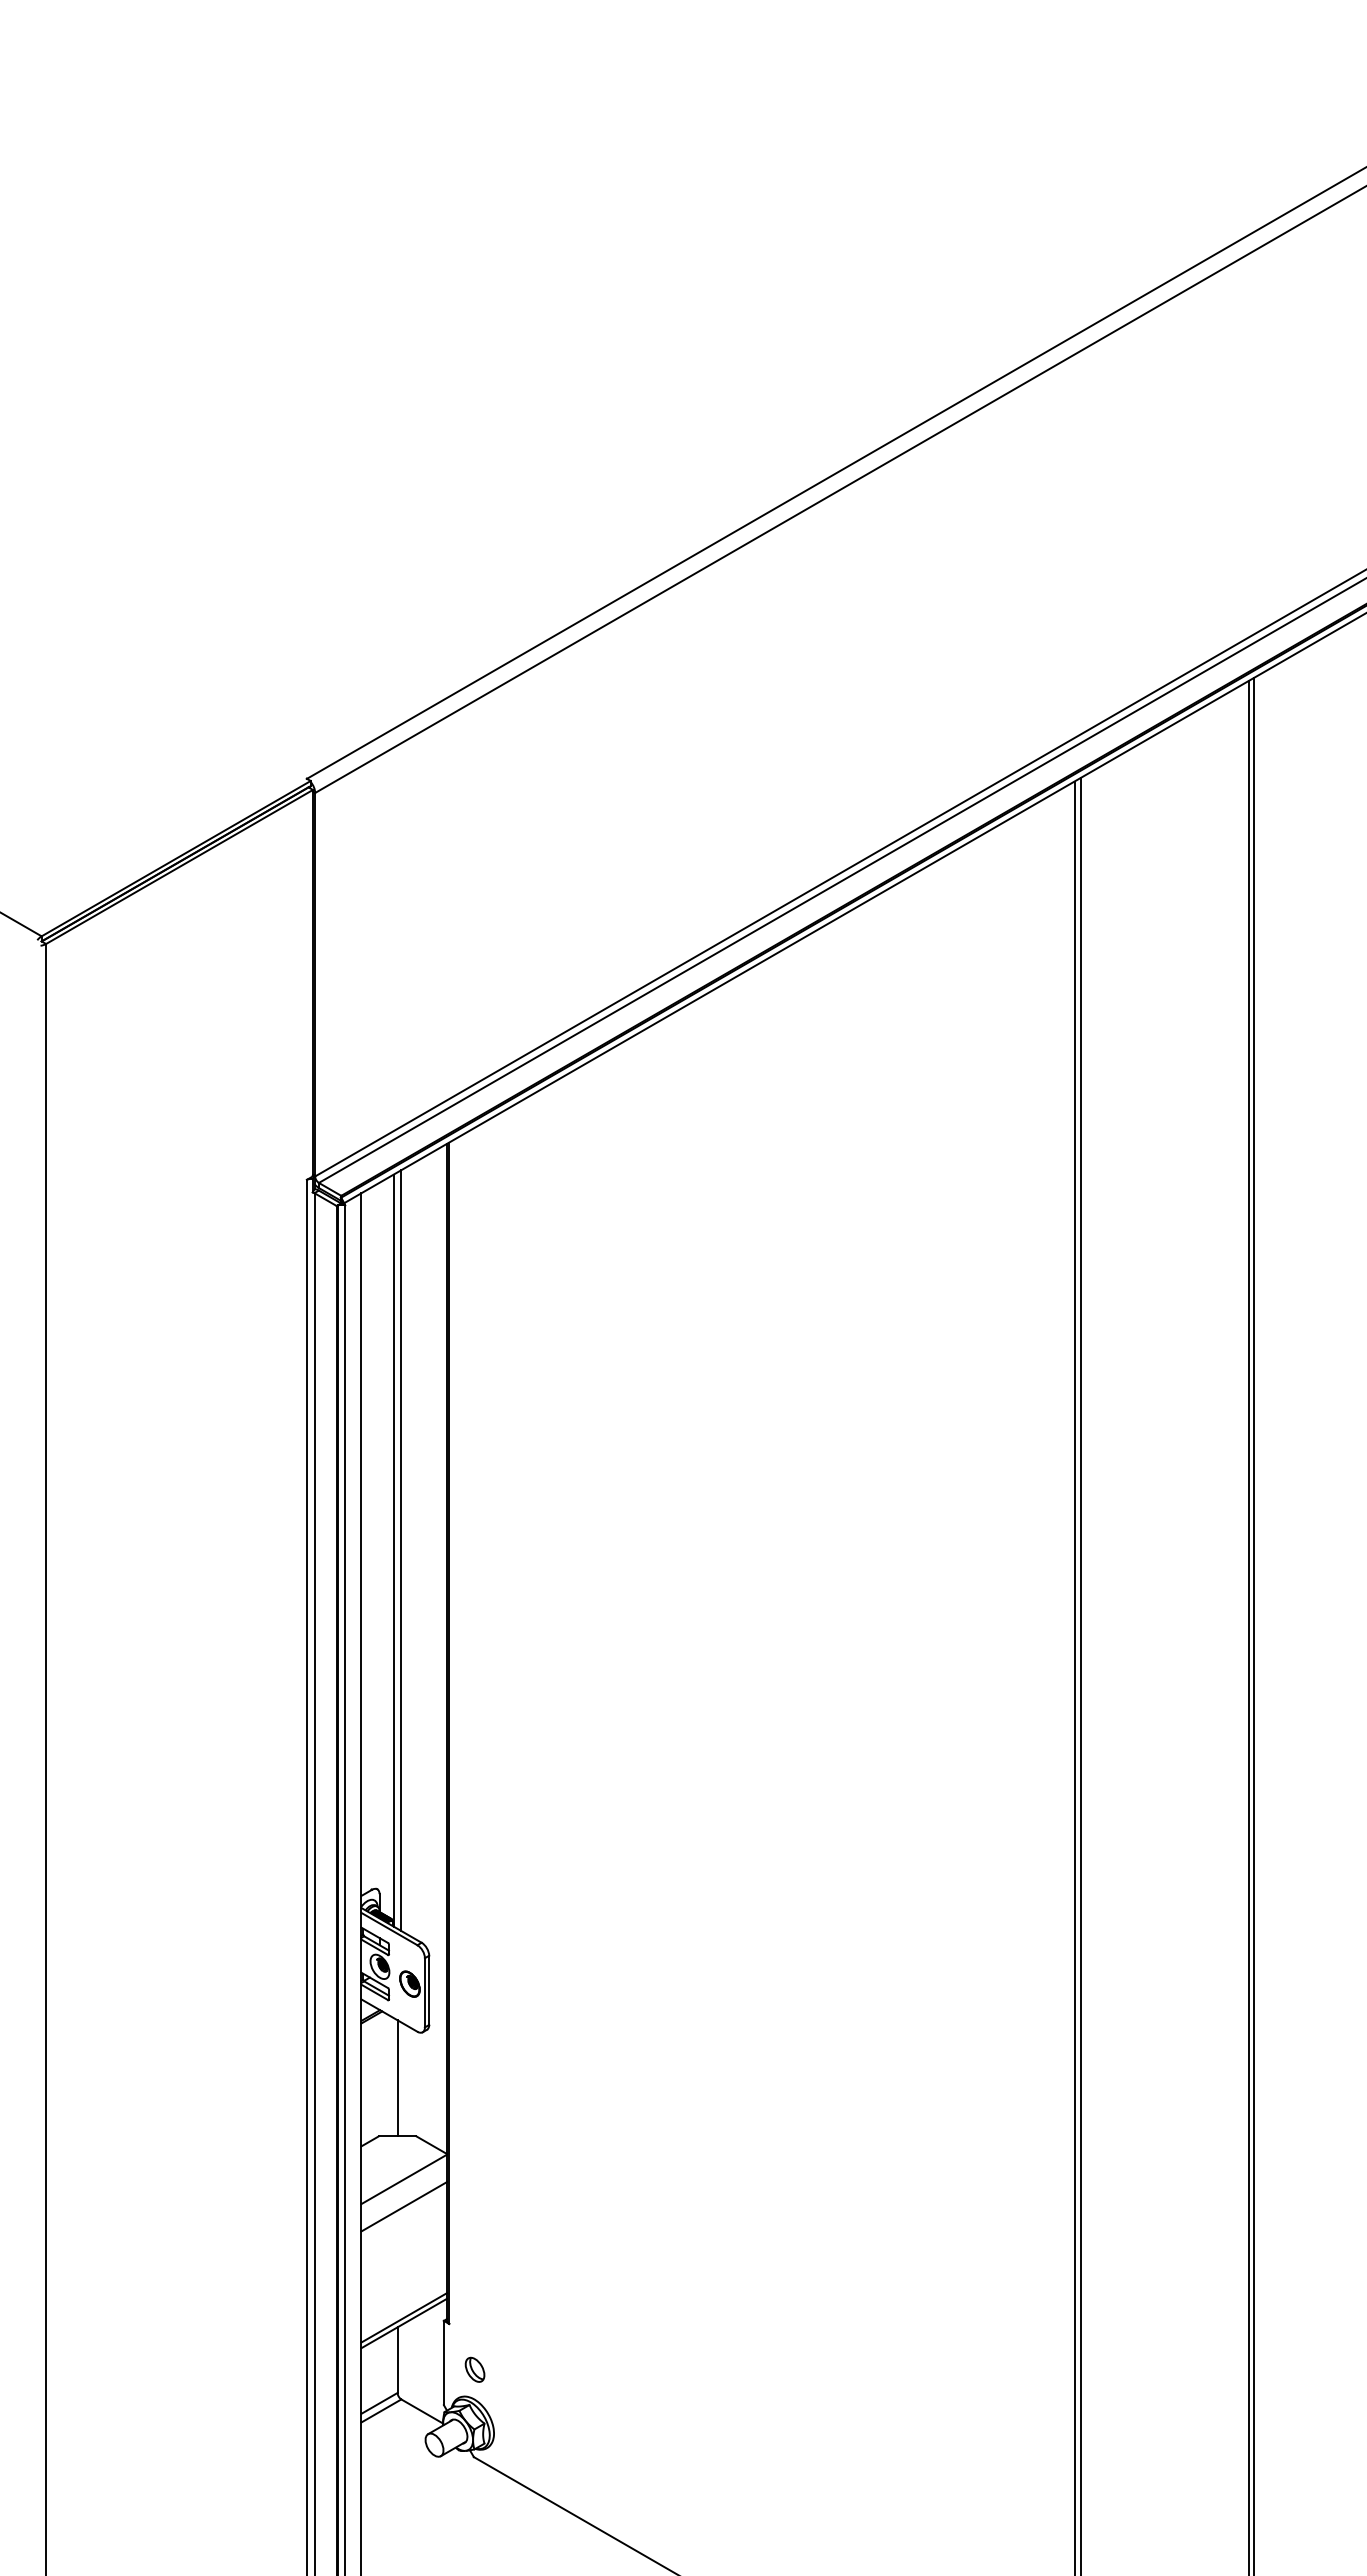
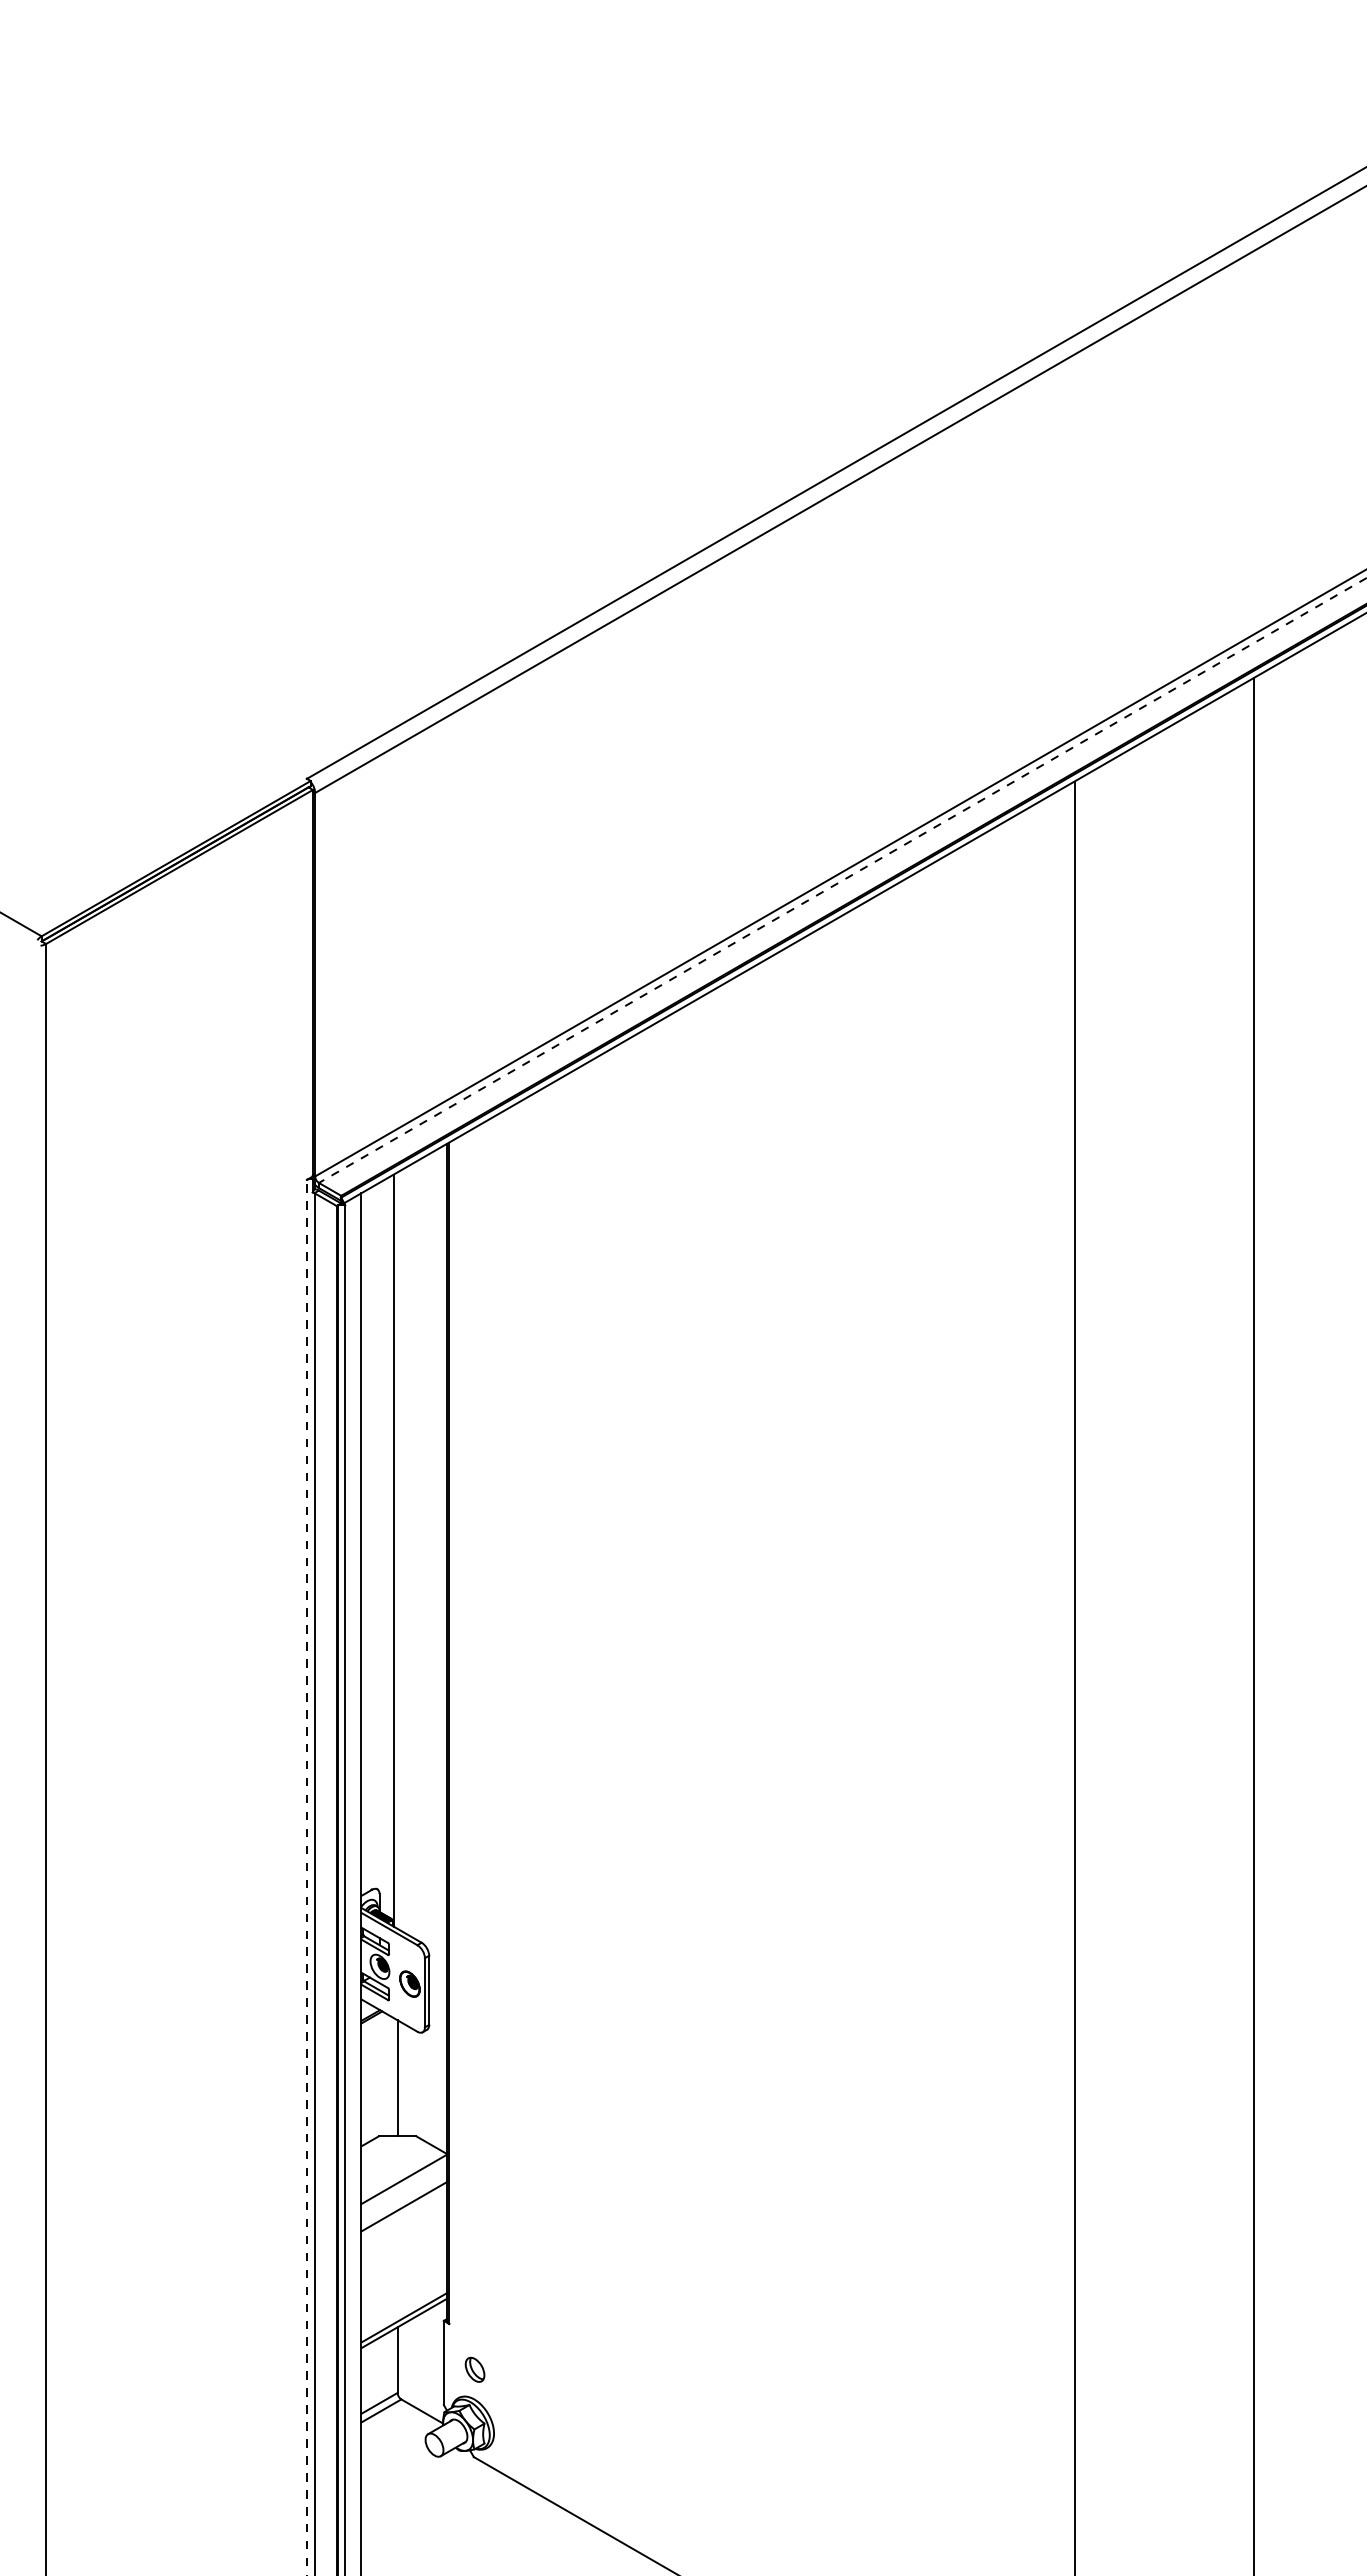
line at (842, 880): solid -> dashed
line at (401, 1550): present -> none
line at (1248, 1626): present -> none
line at (1080, 1674): present -> none
line at (307, 1877): solid -> dashed
